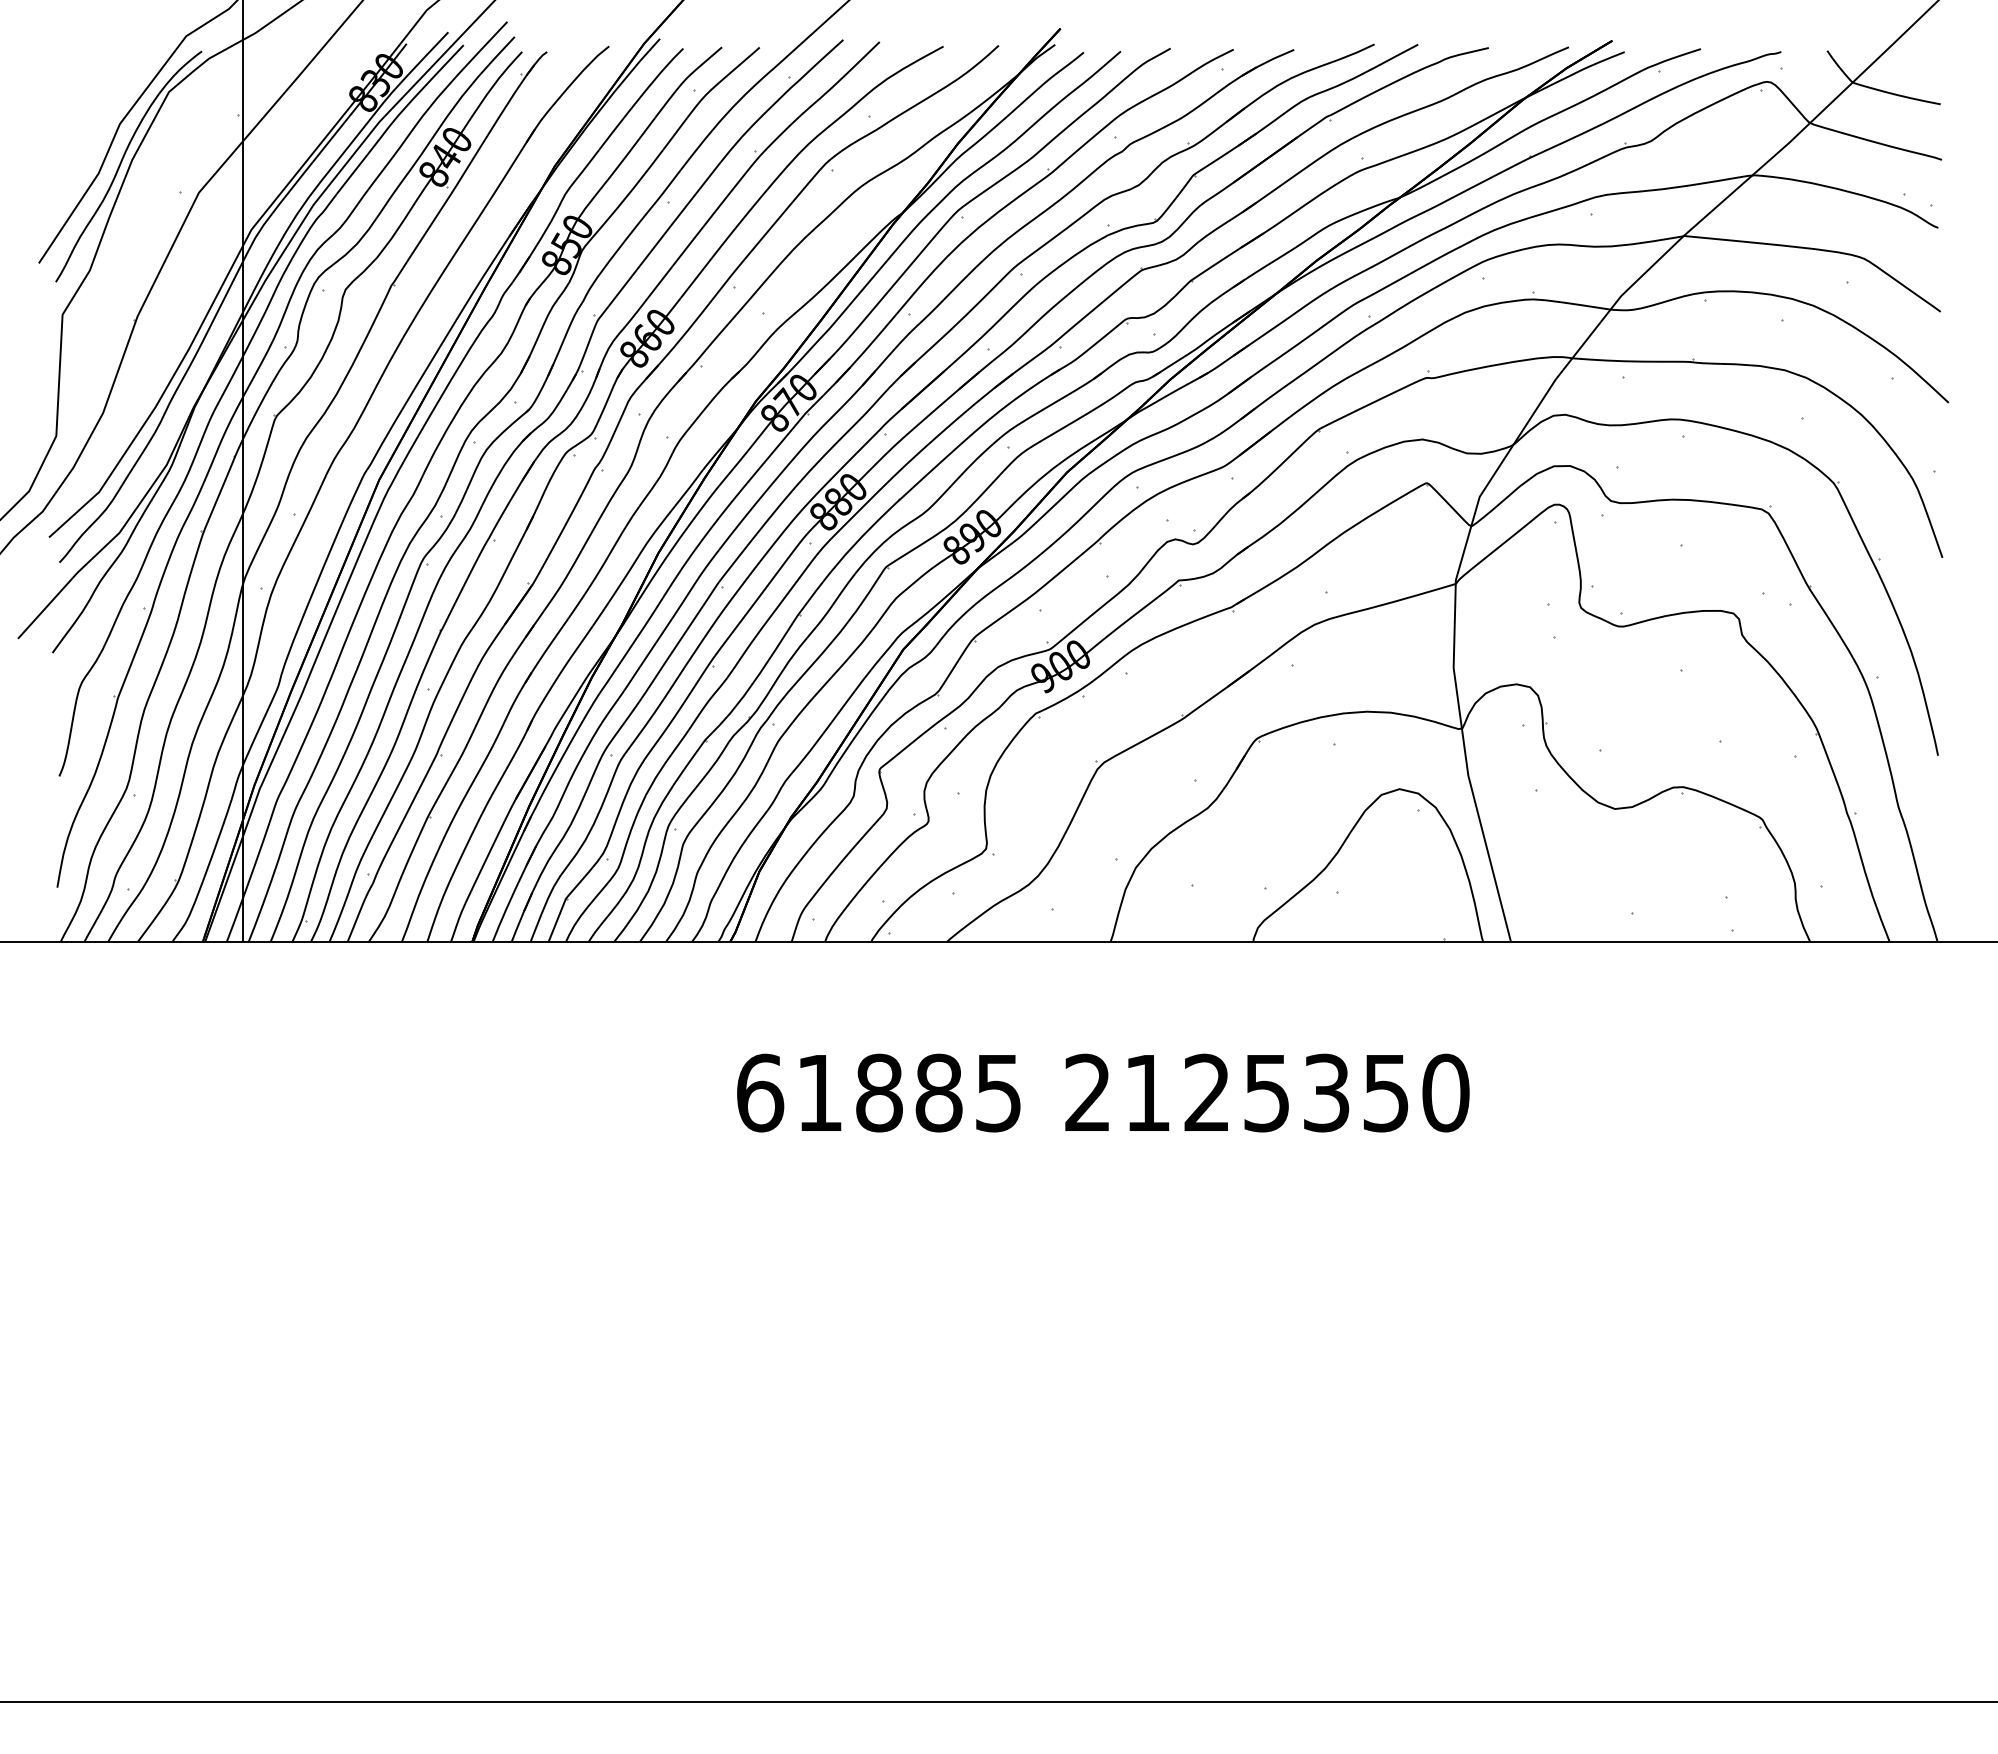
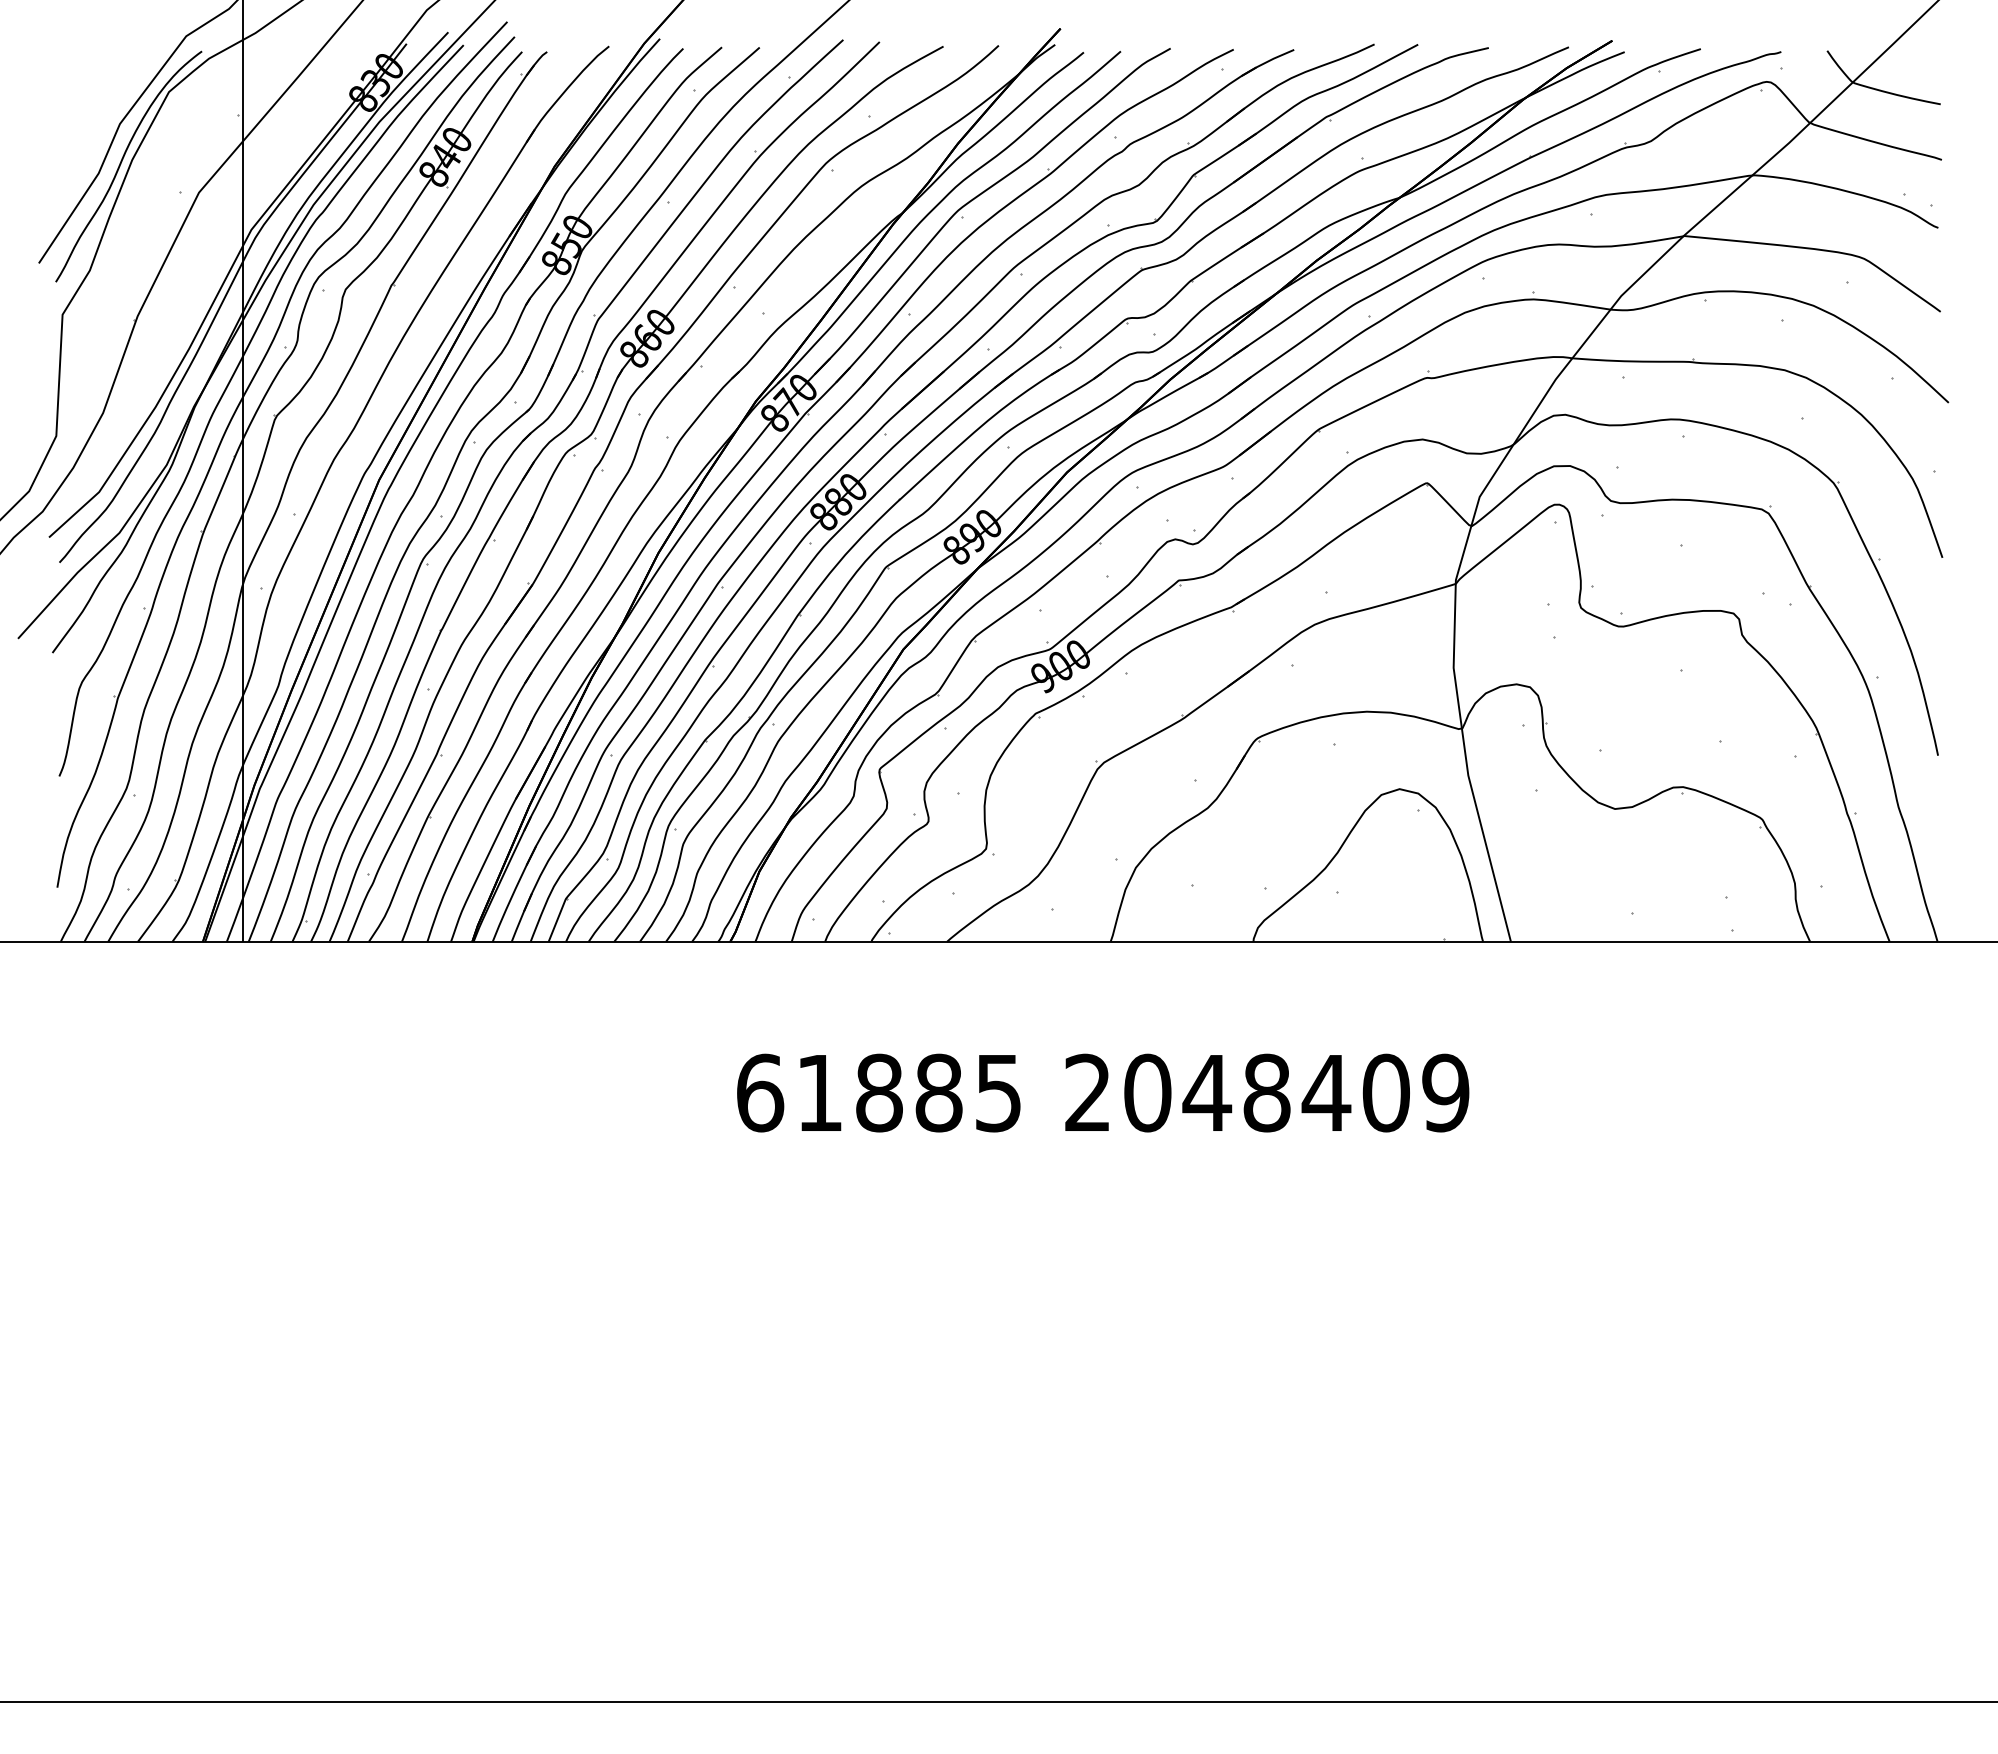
text at (1296, 1092): 2125350 -> 2048409
